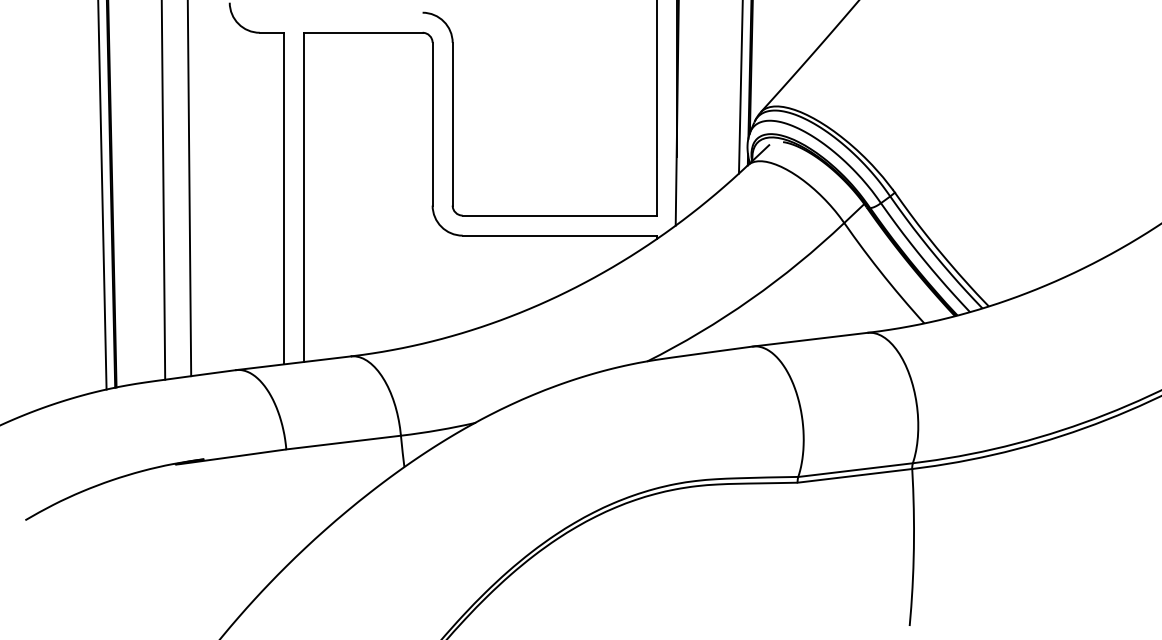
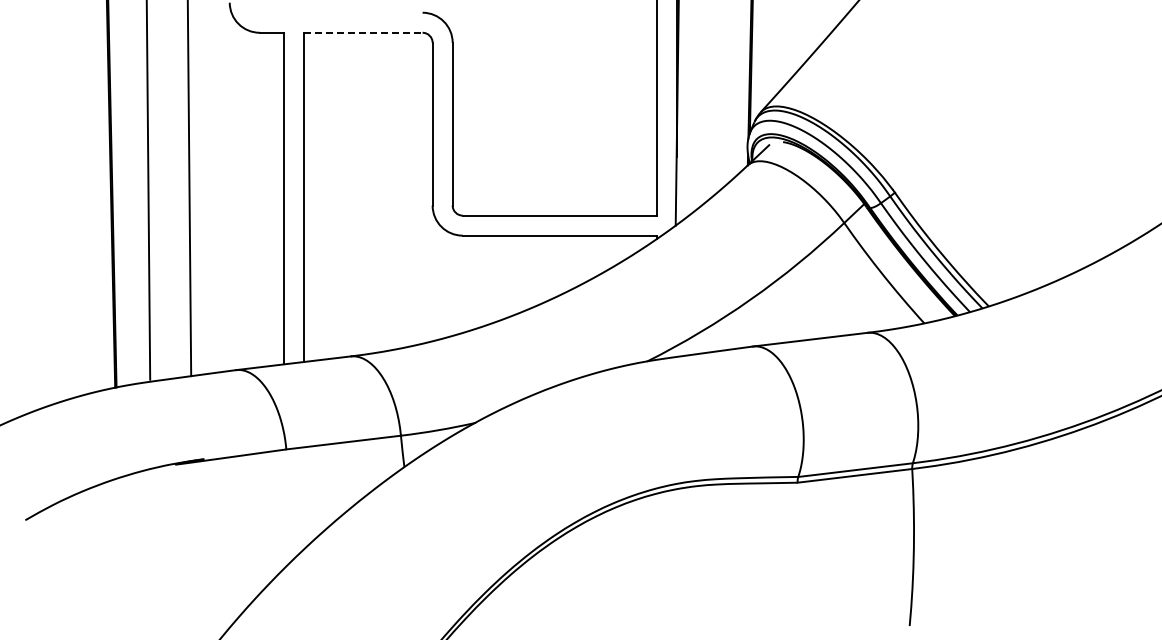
line at (363, 32): solid -> dashed
line at (740, 87): present -> none
line at (163, 190) position: (163, 190) -> (148, 190)
line at (102, 195): present -> none
